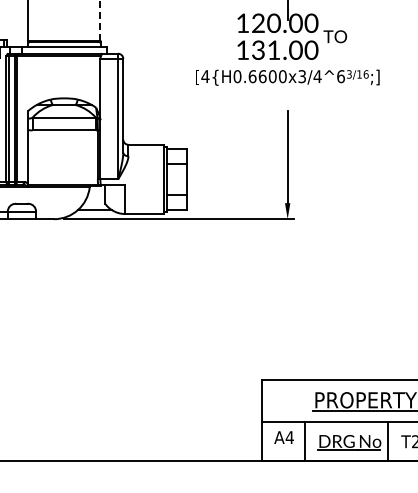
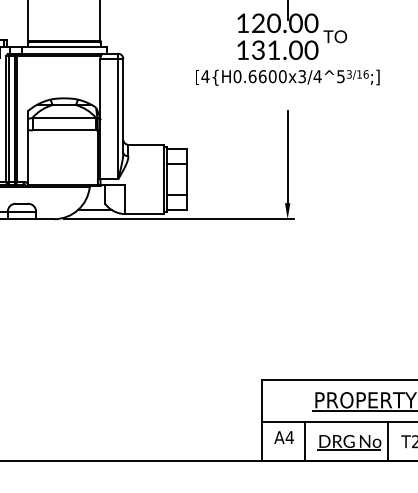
line at (100, 19): dashed -> solid
text at (340, 76): 6 -> 5
